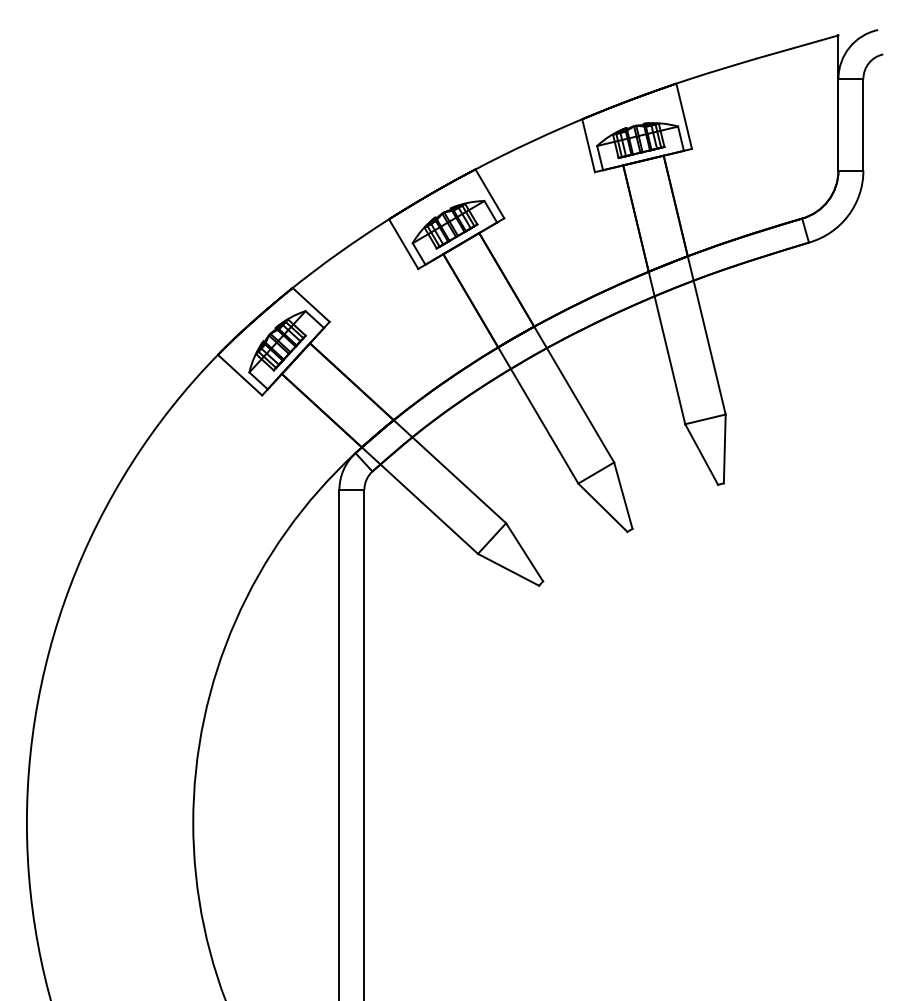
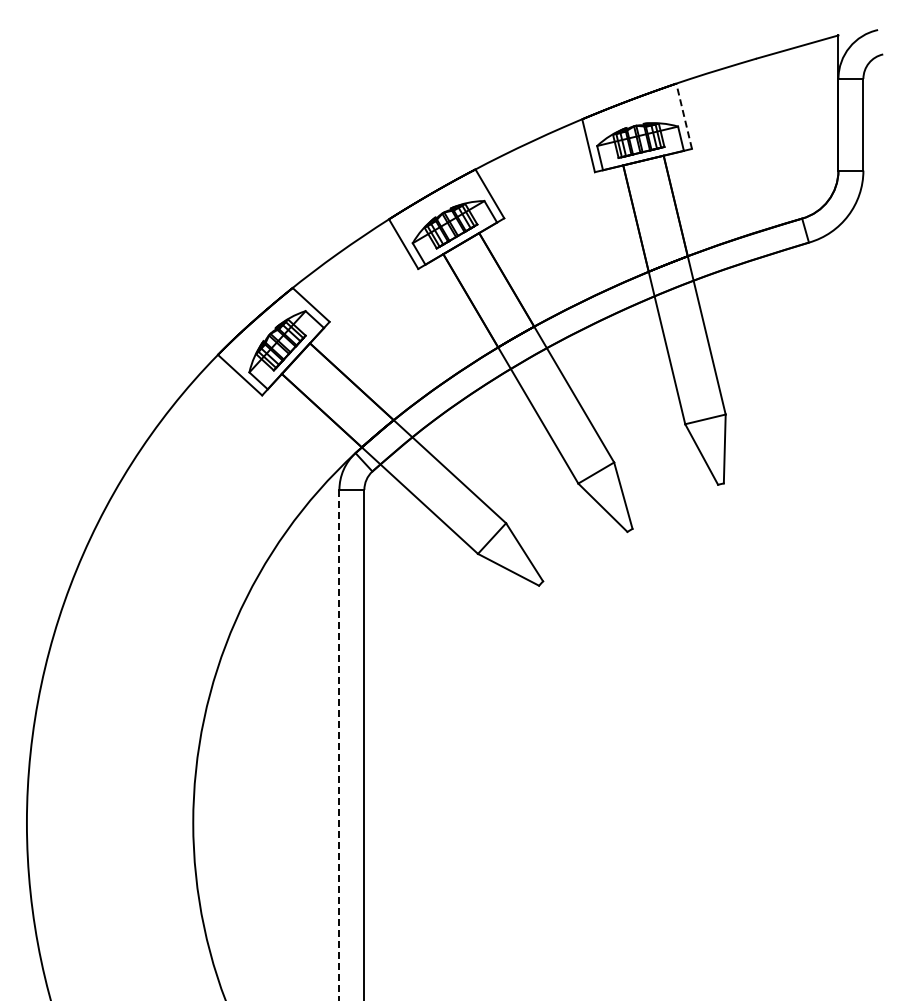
line at (684, 116): solid -> dashed
line at (339, 745): solid -> dashed
